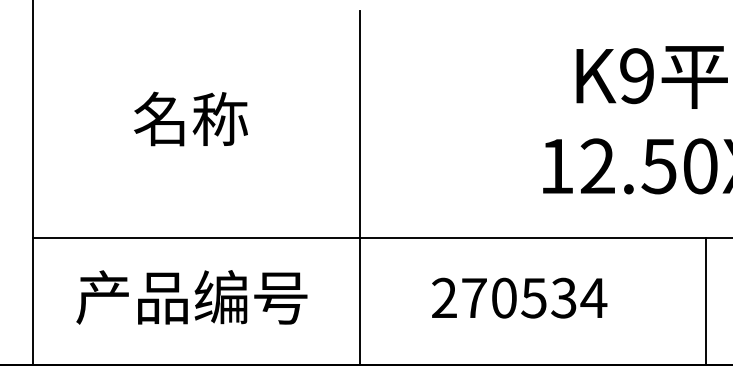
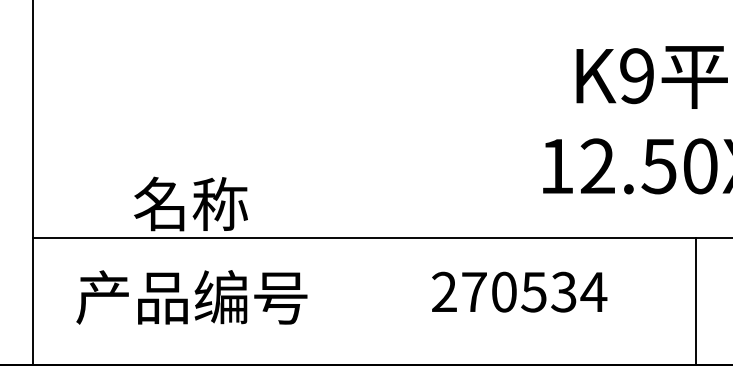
text at (190, 118) position: (190, 118) -> (190, 203)
line at (360, 187): present -> none
text at (519, 297) position: (519, 297) -> (519, 291)
line at (705, 301) position: (705, 301) -> (695, 301)
